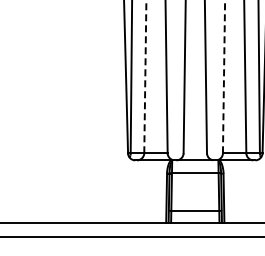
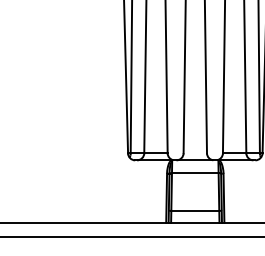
line at (145, 76): dashed -> solid
line at (224, 76): dashed -> solid
